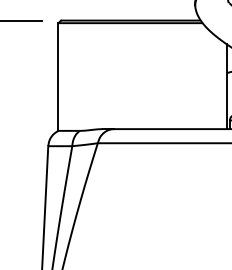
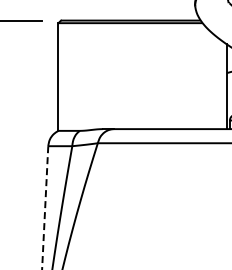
line at (45, 207): solid -> dashed
